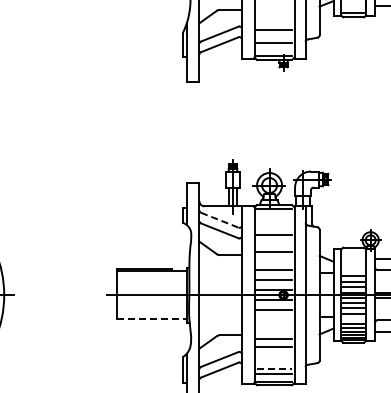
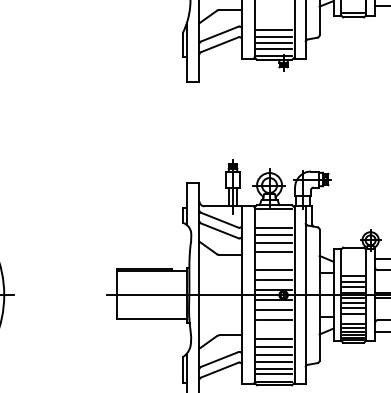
line at (274, 37): none -> present
line at (274, 48): none -> present
line at (220, 220): dashed -> solid
line at (274, 227): none -> present
line at (274, 243): none -> present
line at (152, 318): dashed -> solid
line at (274, 320): none -> present
line at (274, 355): none -> present
line at (274, 362): none -> present
line at (274, 368): dashed -> solid
